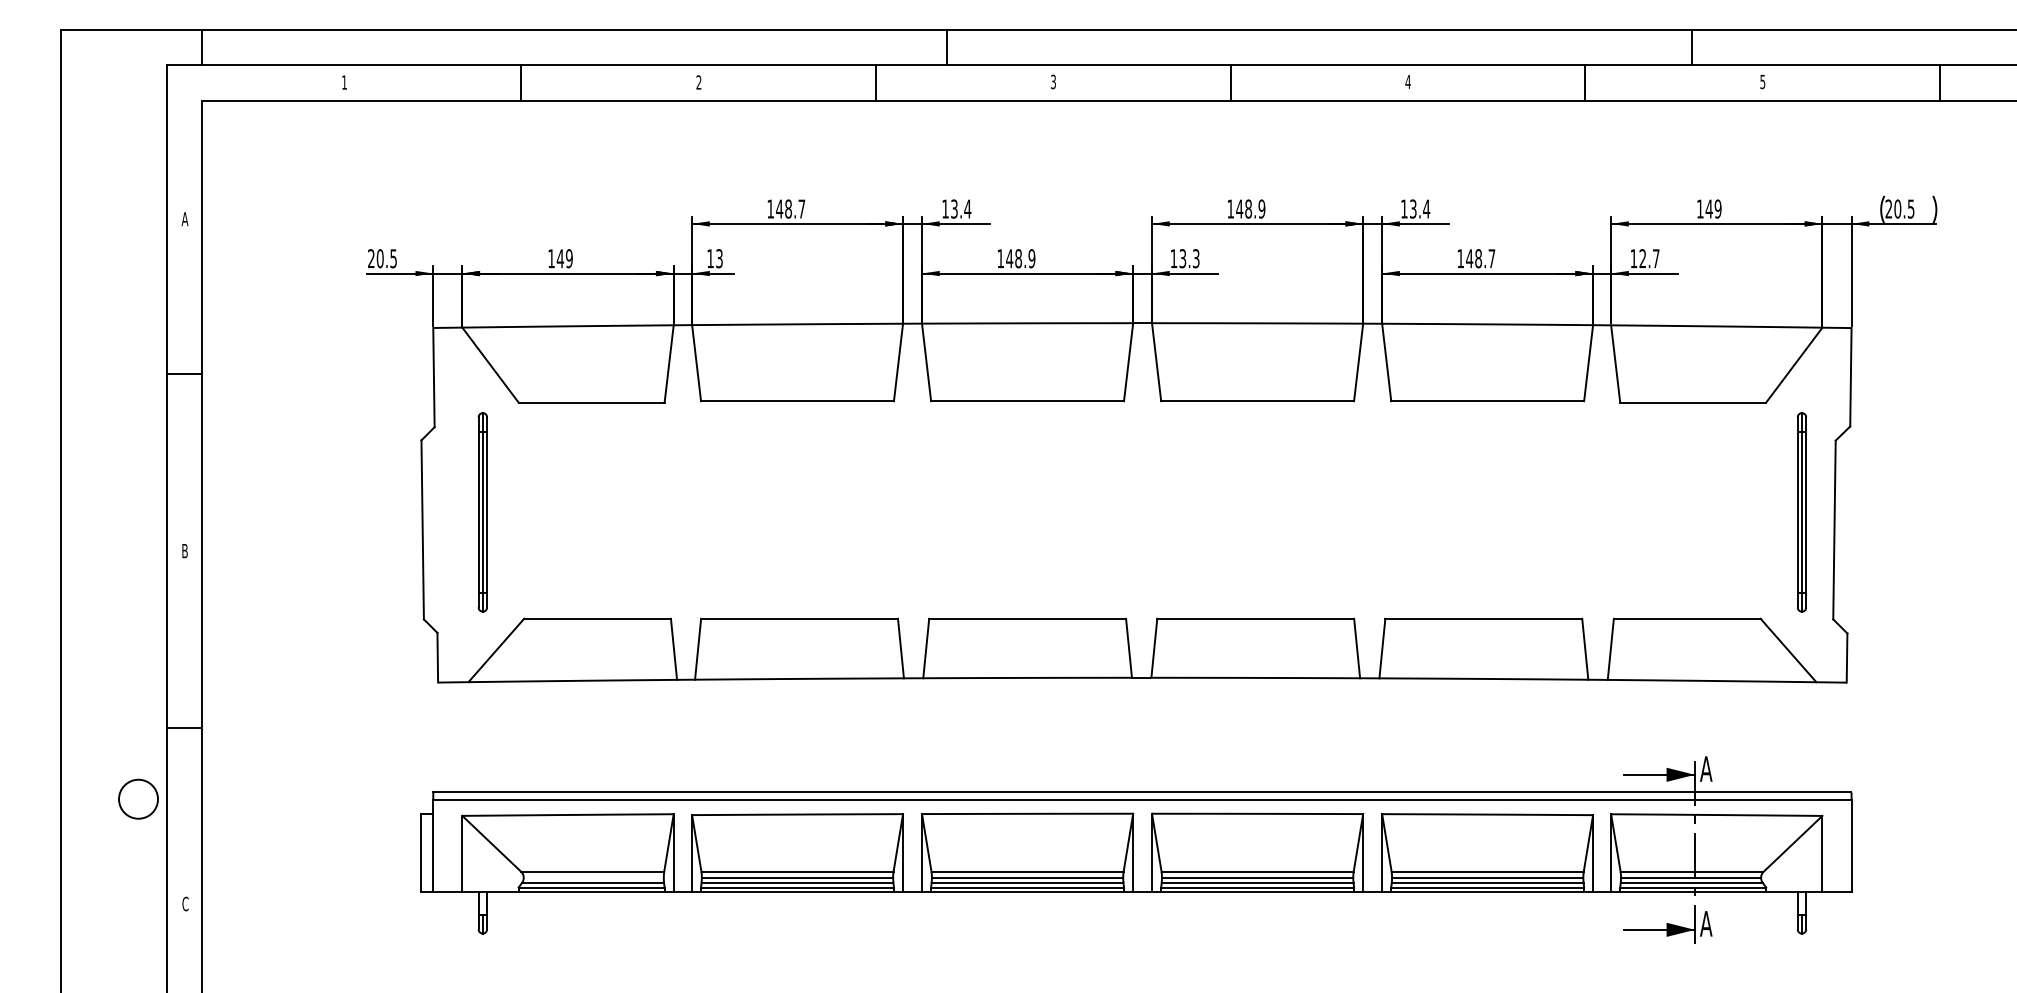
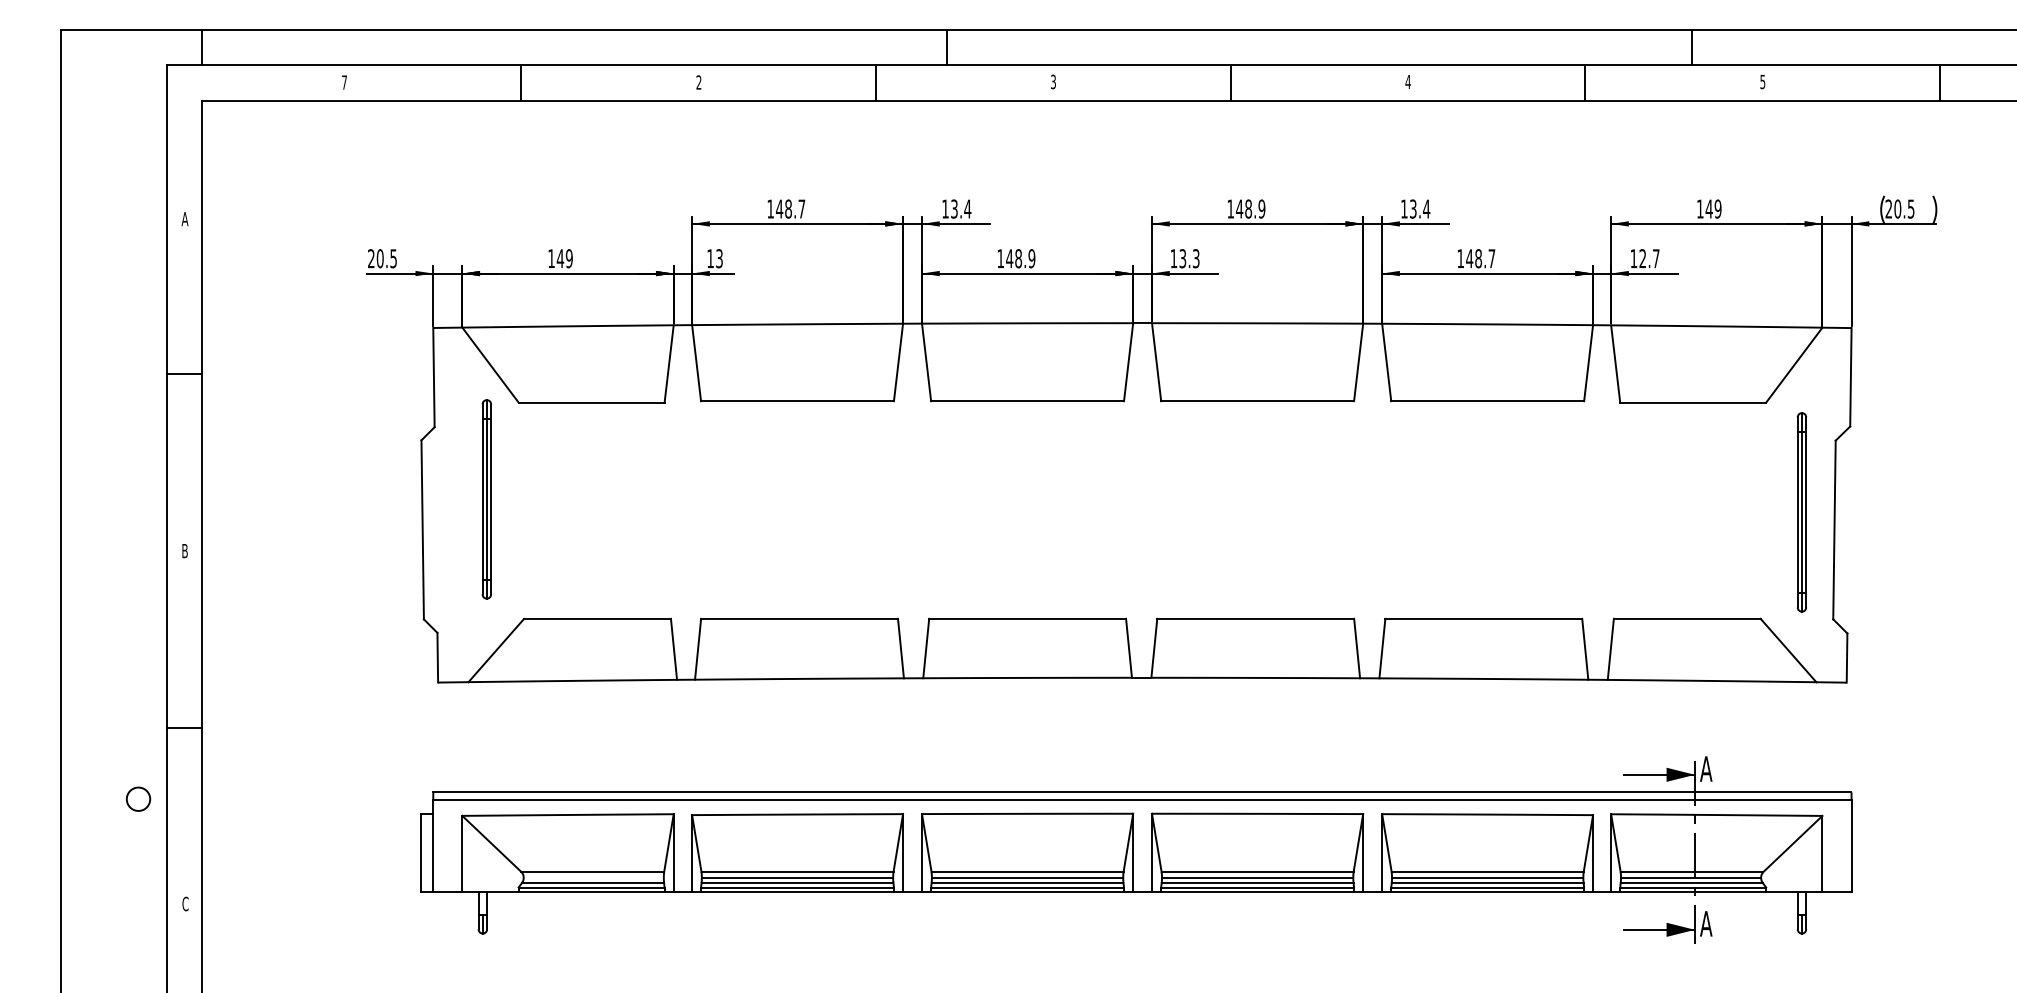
text at (344, 82): 1 -> 7
part at (482, 512) position: (482, 512) -> (486, 499)
circle at (138, 798) diameter: 39 px -> 23 px
